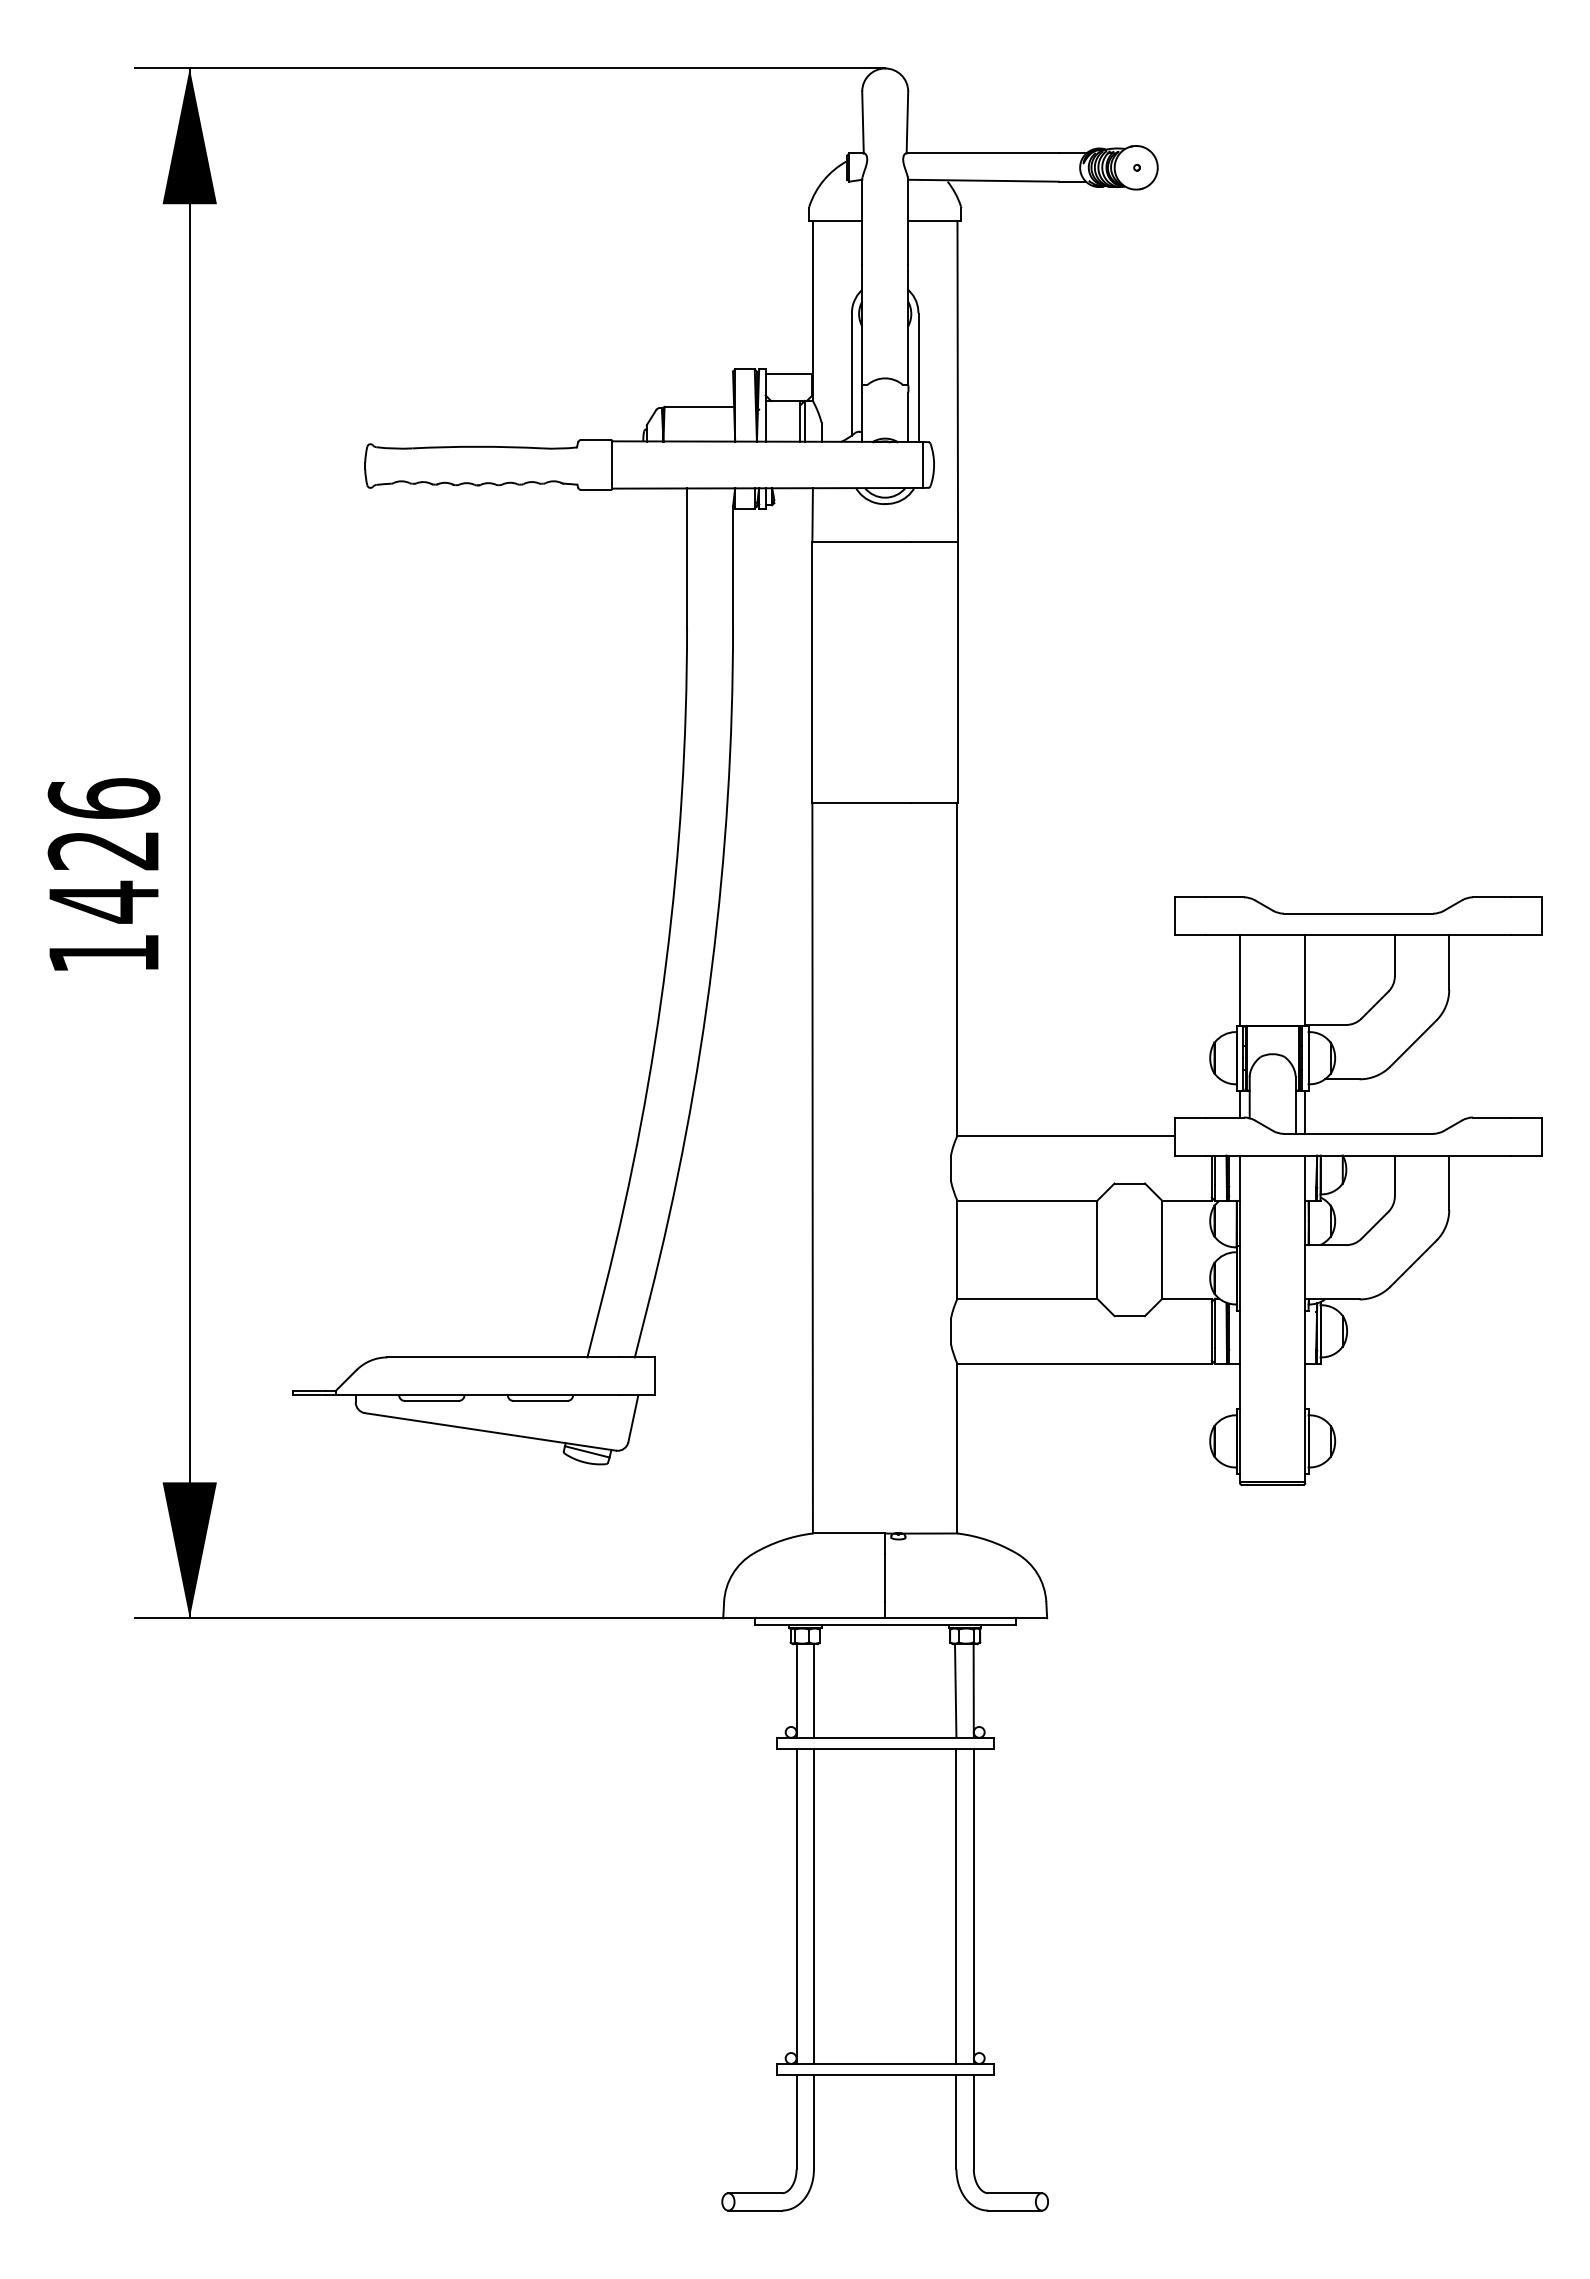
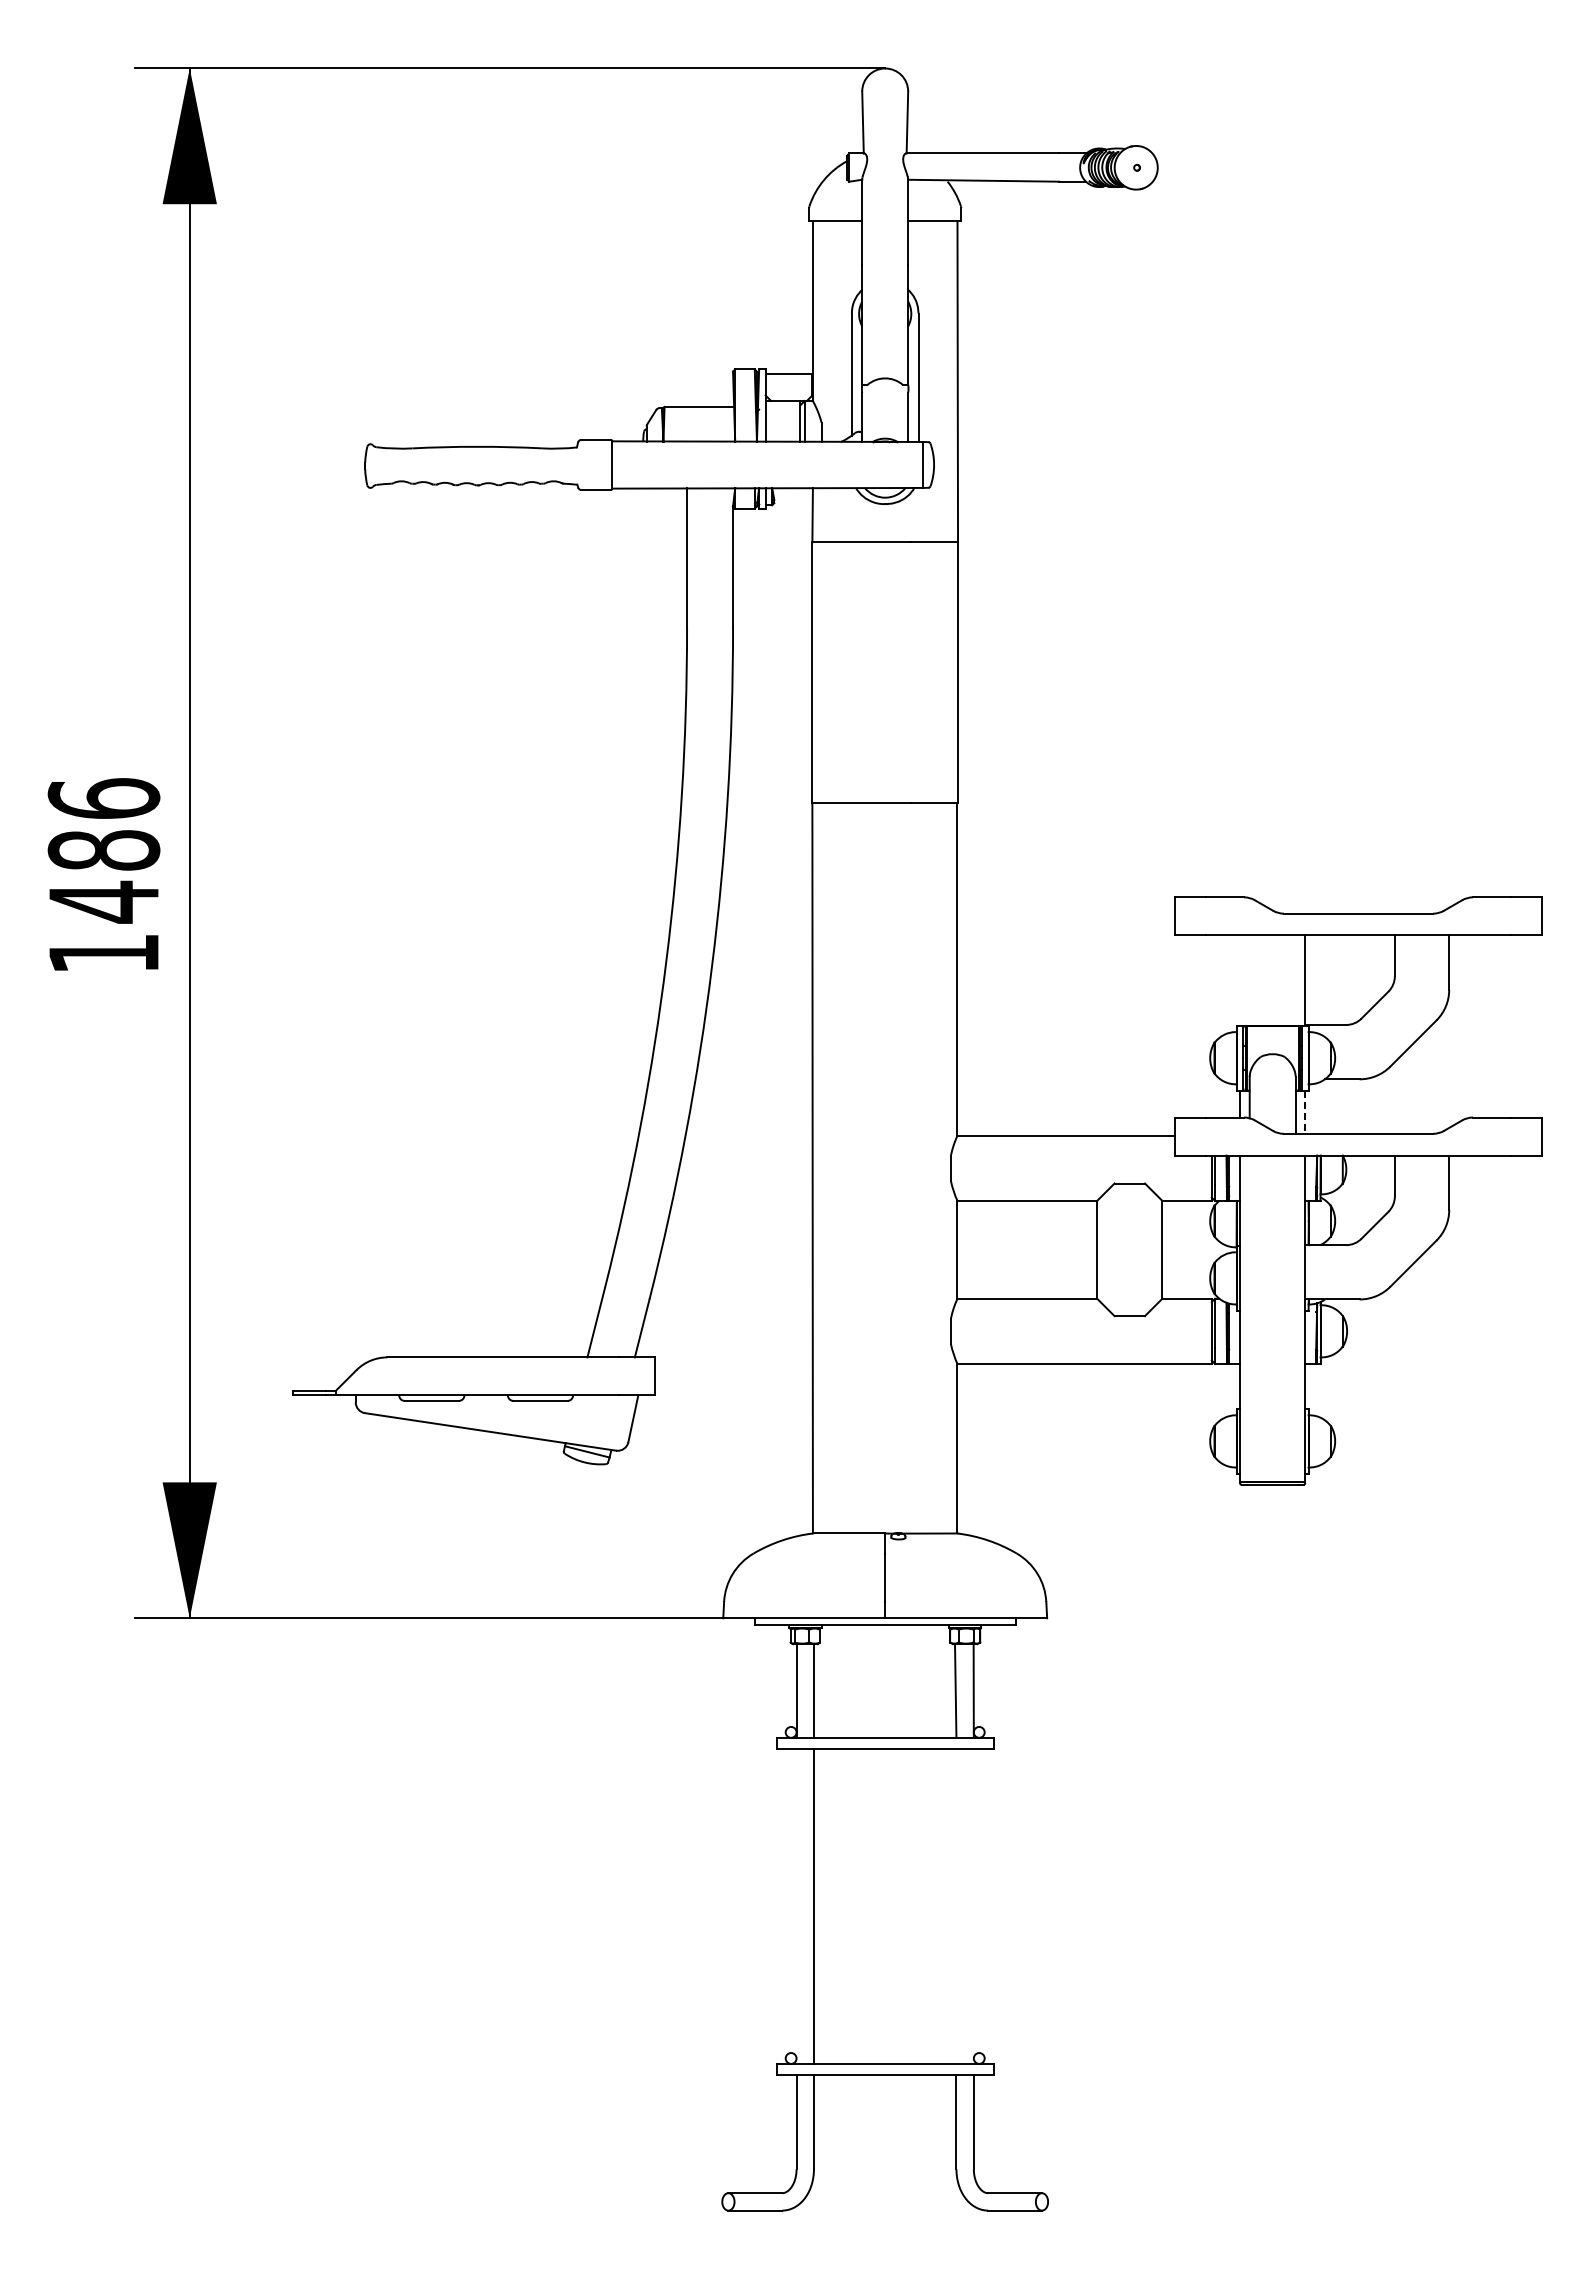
text at (103, 850): 1426 -> 1486
line at (1240, 980): present -> none
line at (1305, 1112): solid -> dashed
line at (796, 1905): present -> none
line at (956, 1905): present -> none
line at (973, 1905): present -> none
